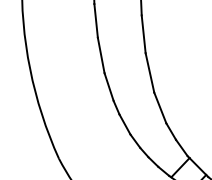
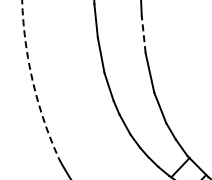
line at (143, 34): solid -> dashed
arc at (32, 81): solid -> dashed
